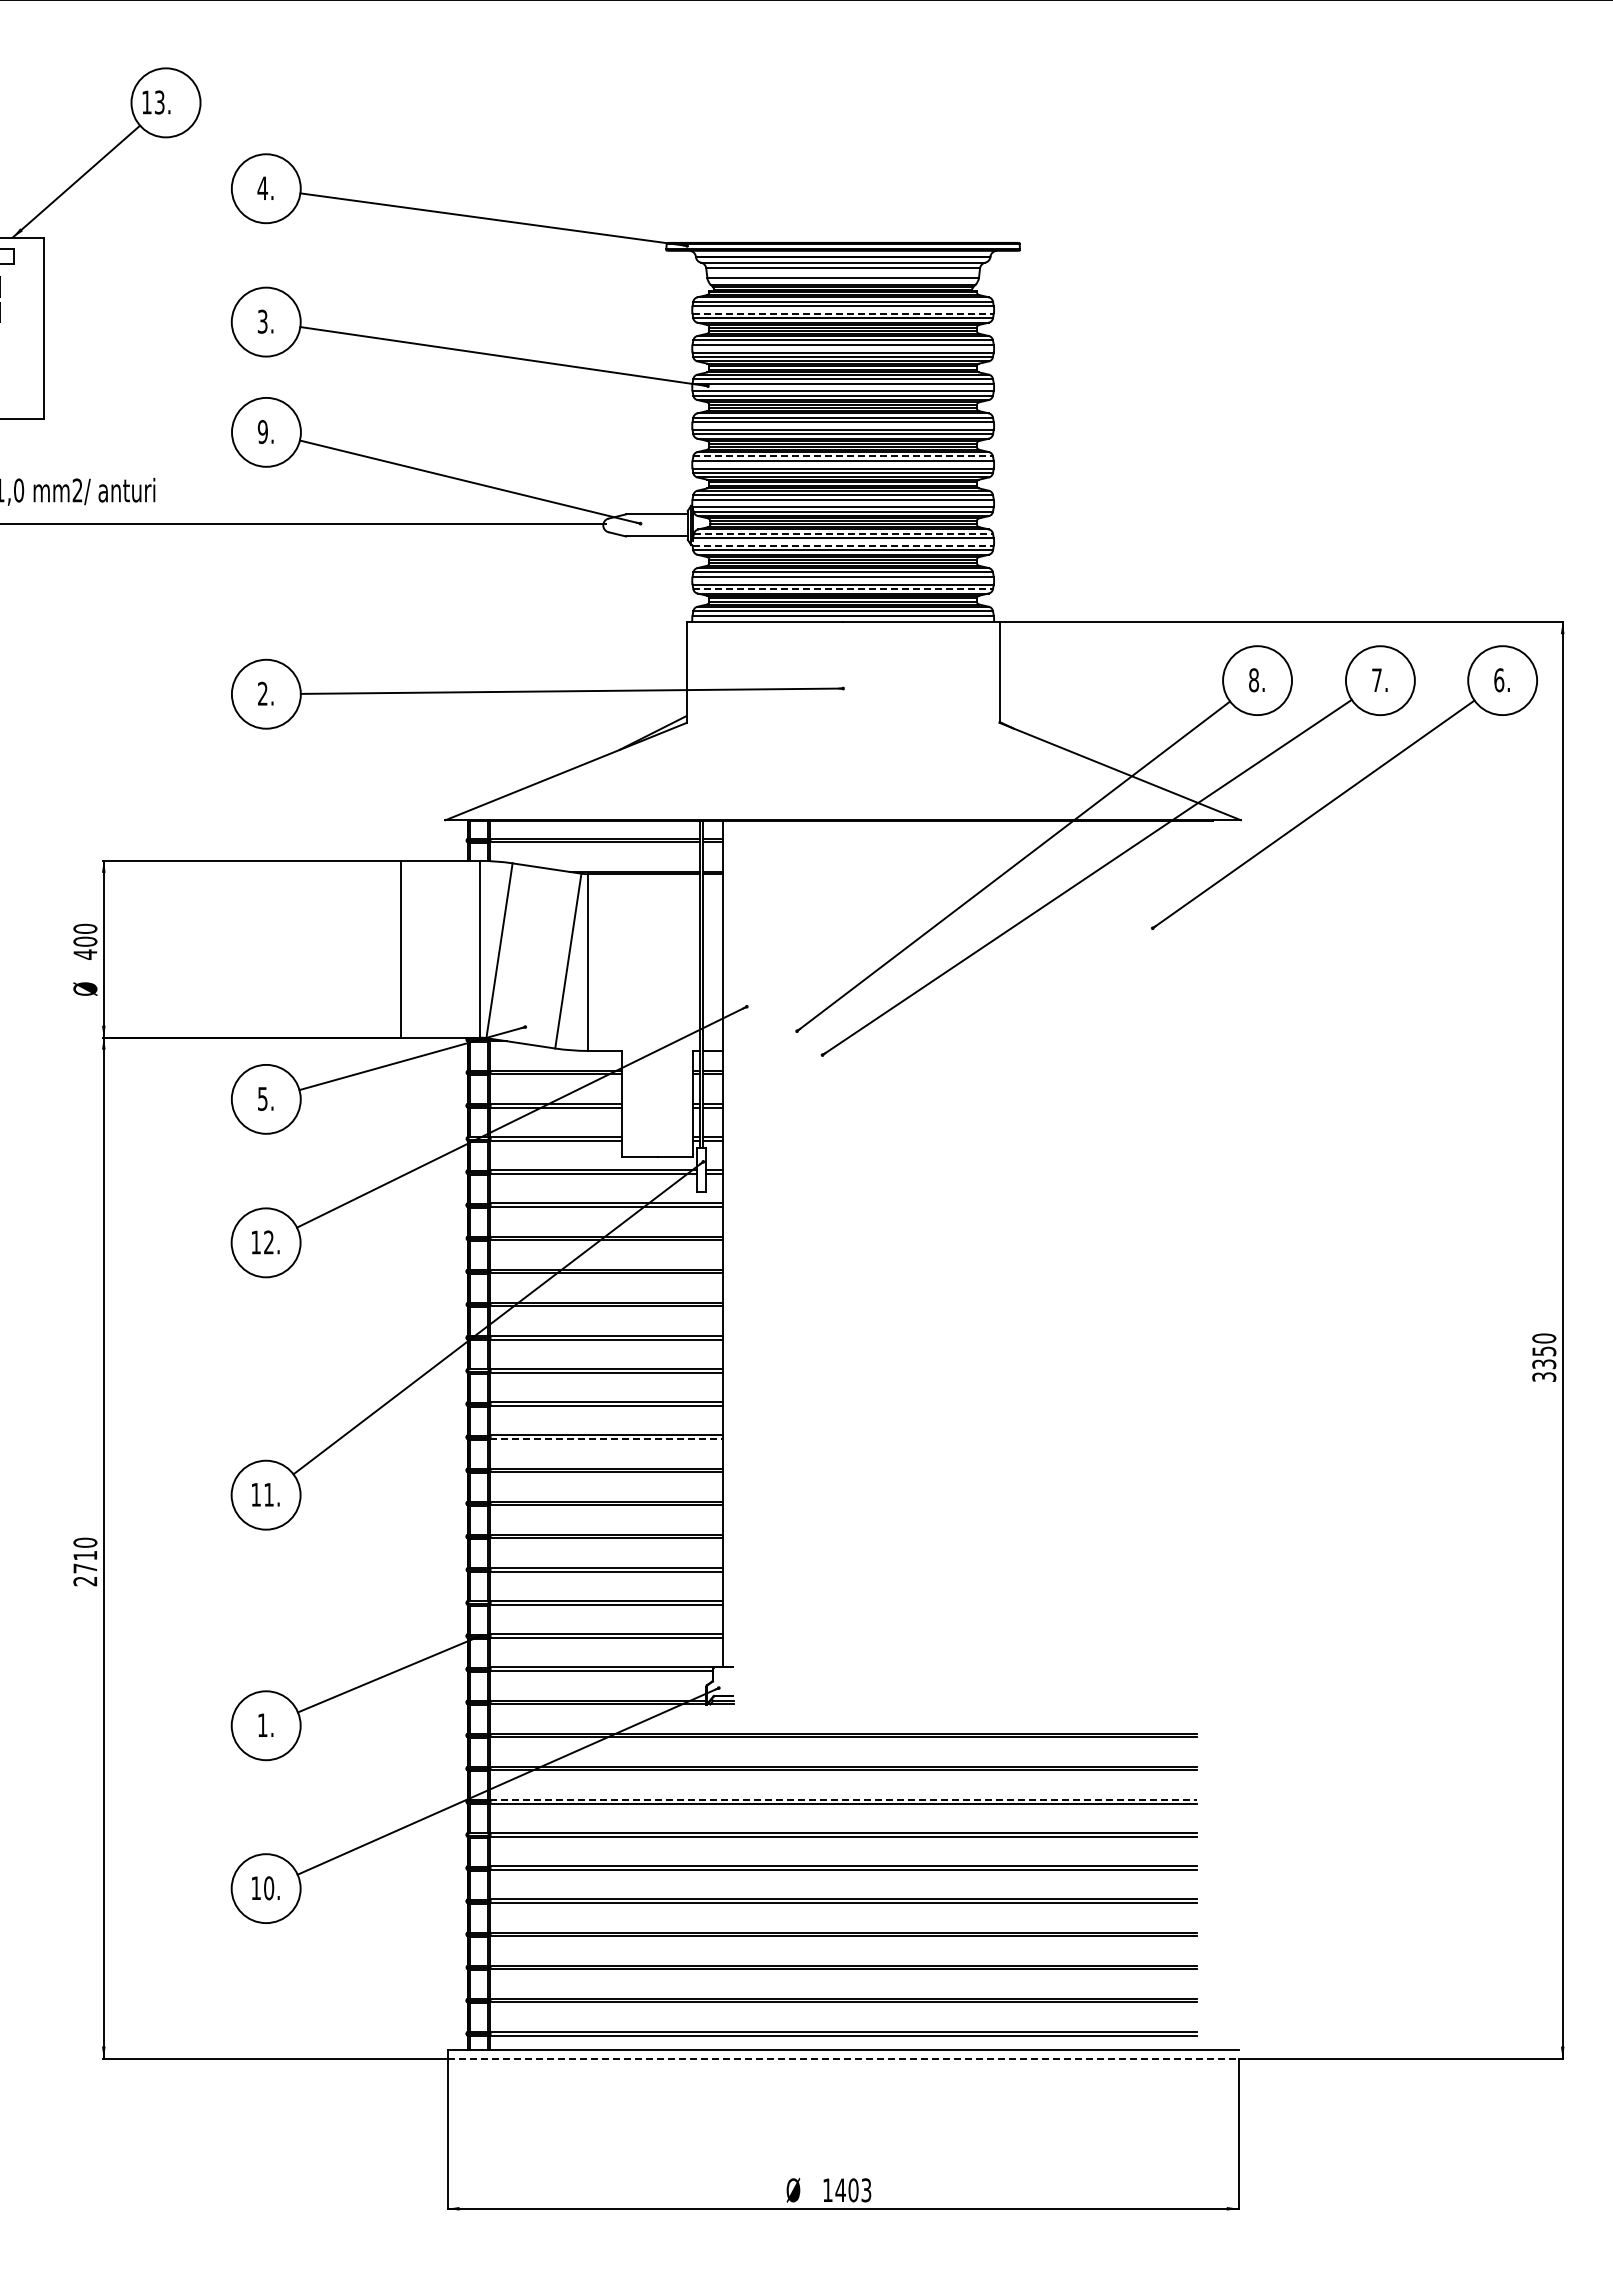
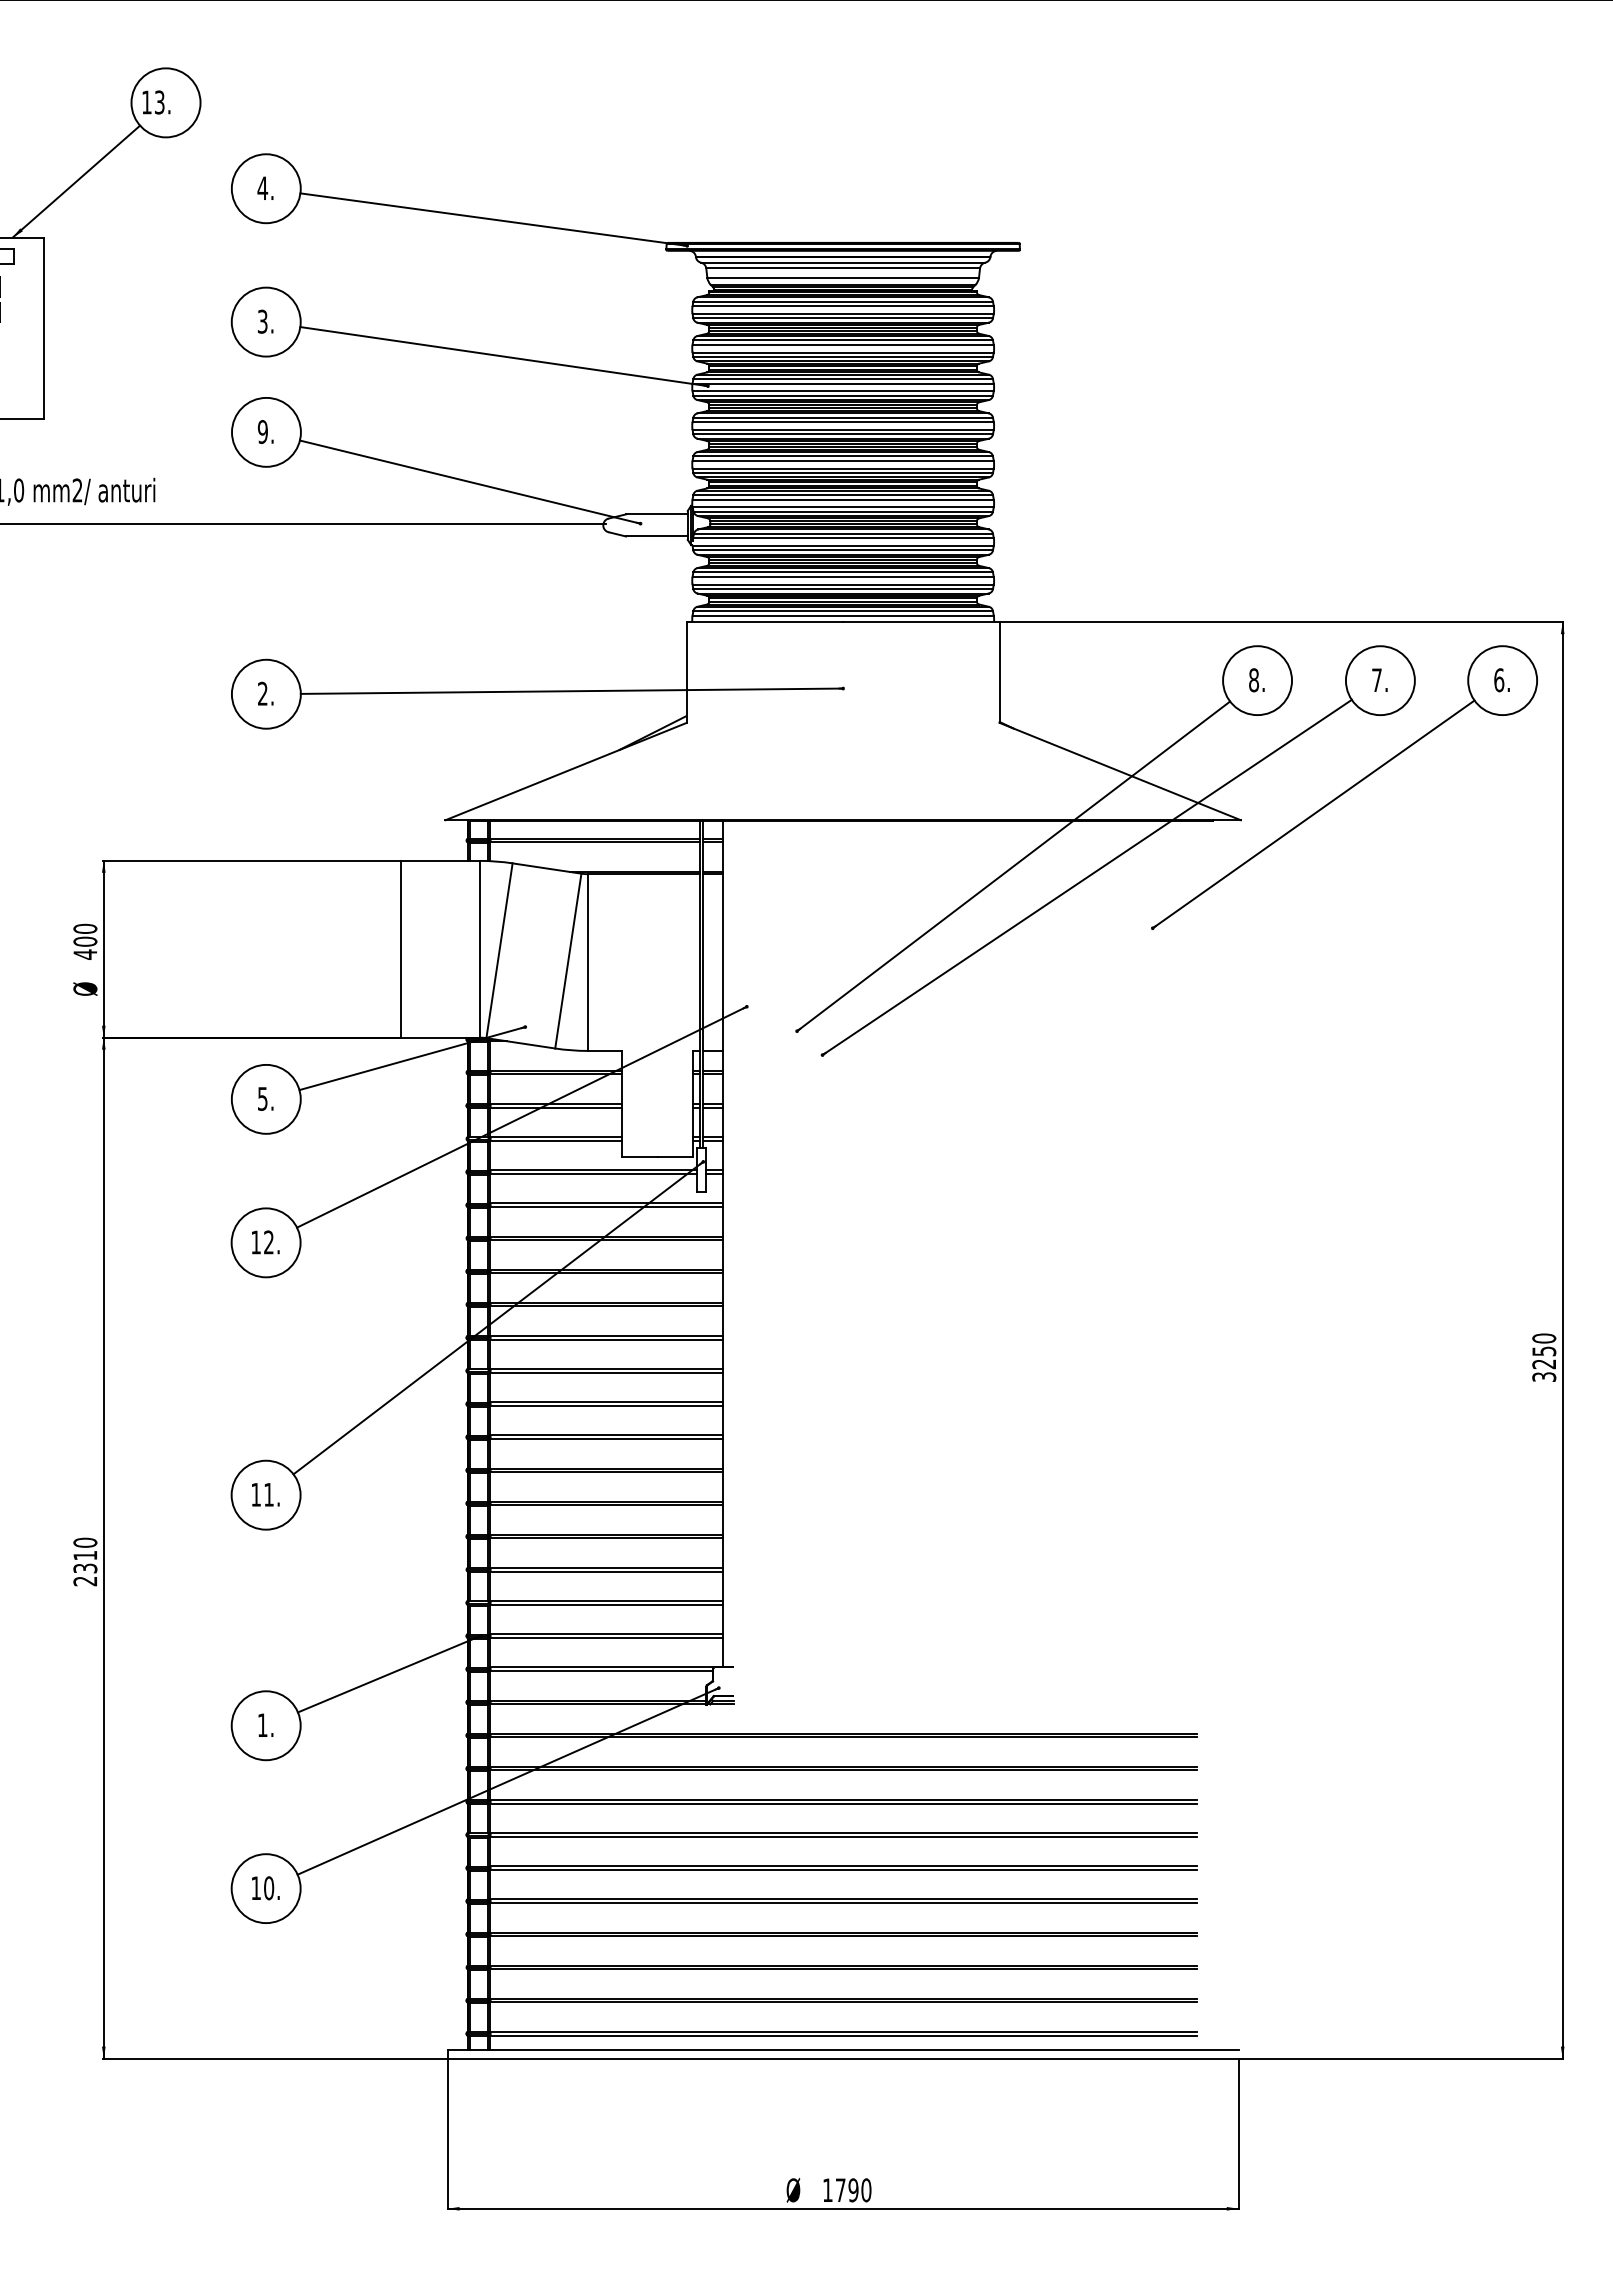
line at (843, 313): dashed -> solid
line at (843, 456): dashed -> solid
line at (844, 533): dashed -> solid
line at (843, 545): dashed -> solid
line at (843, 589): dashed -> solid
text at (1544, 1364): 3350 -> 3250
line at (606, 1439): dashed -> solid
text at (85, 1568): 2710 -> 2310
line at (843, 1799): dashed -> solid
line at (843, 2058): dashed -> solid
text at (853, 2190): 1403 -> 1790
